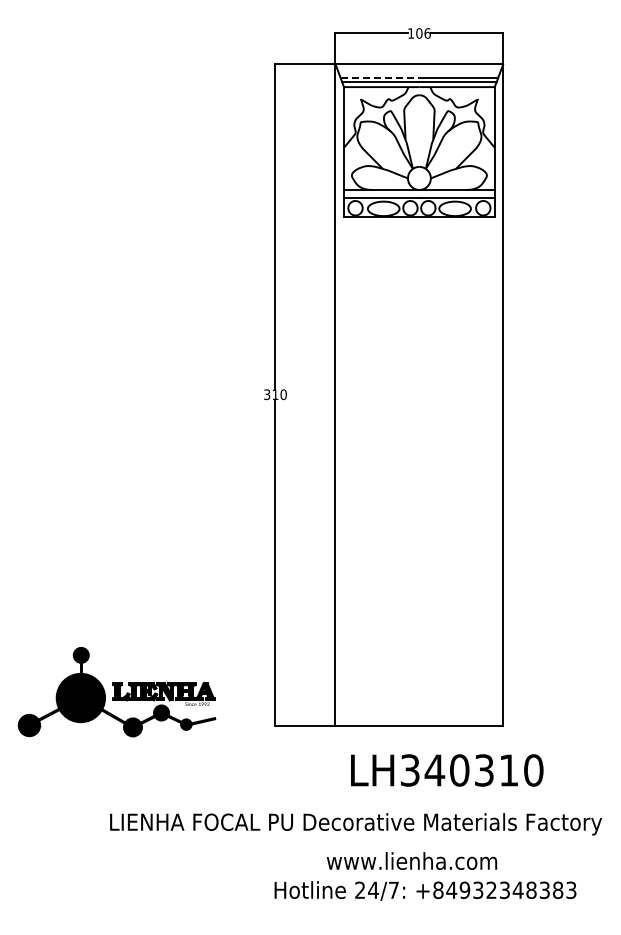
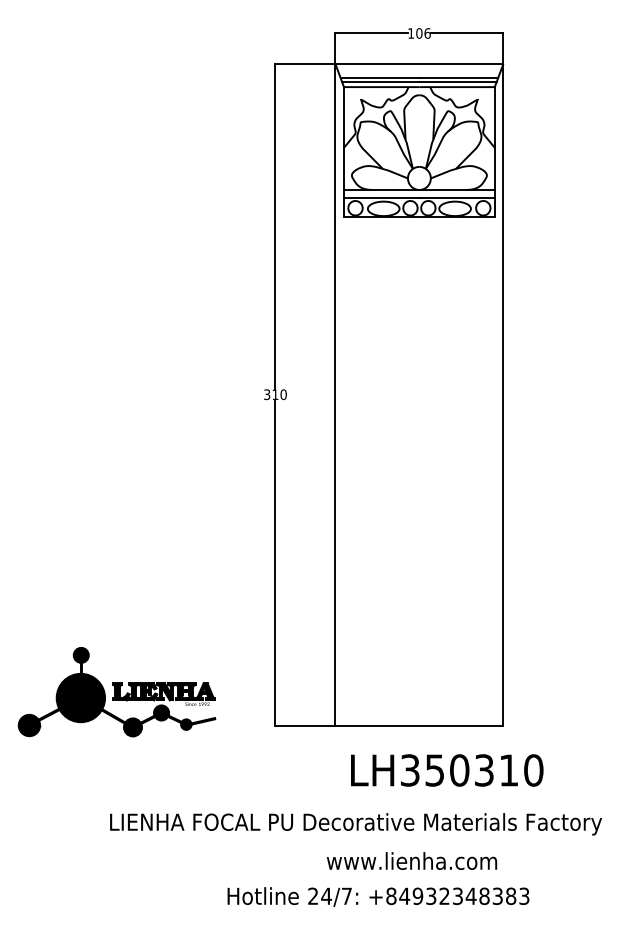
line at (380, 77): dashed -> solid
text at (434, 770): LH340310 -> LH350310
text at (425, 890) position: (425, 890) -> (378, 896)
